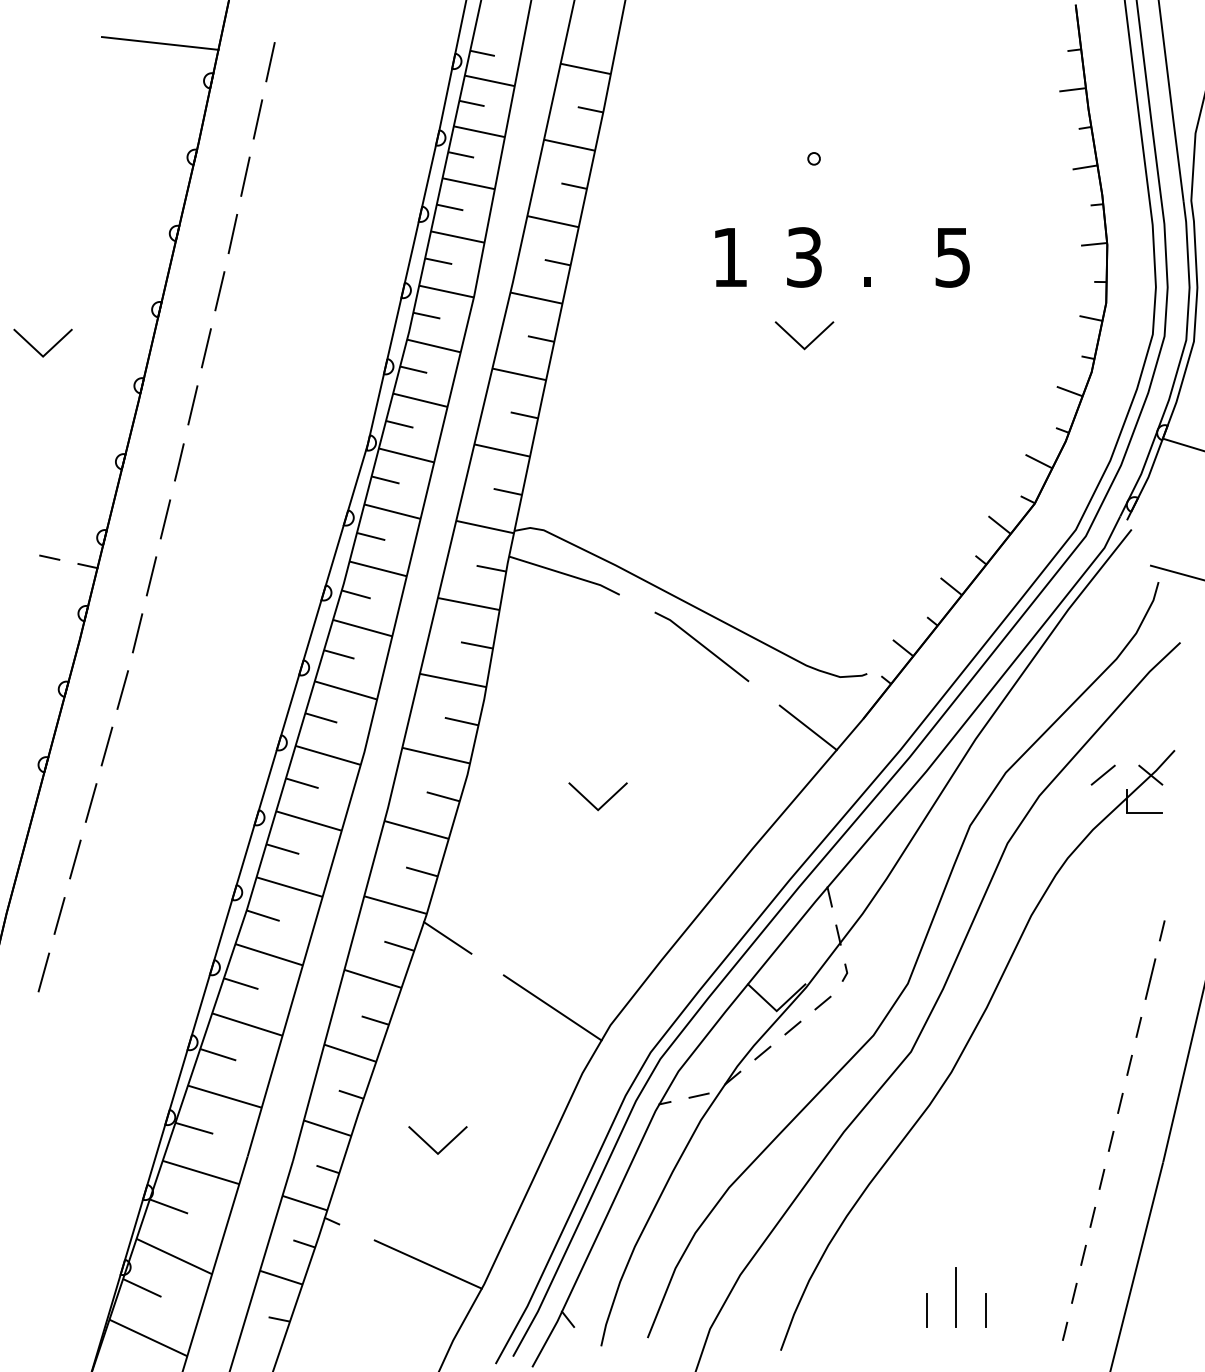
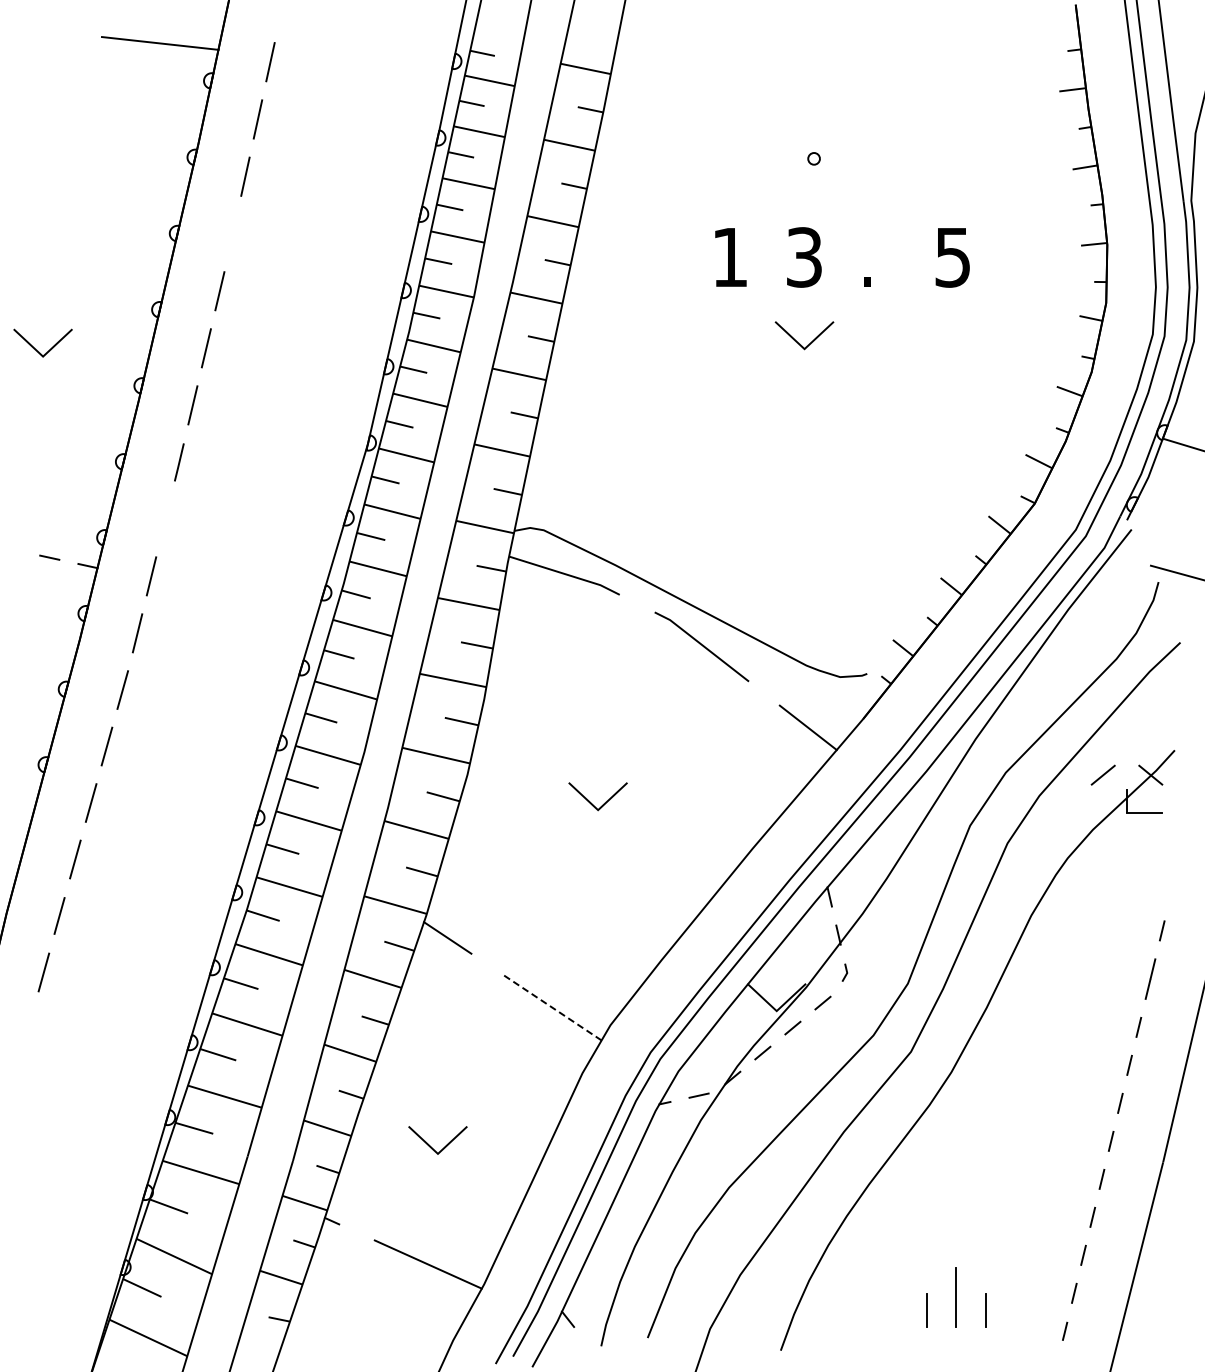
line at (232, 233): present -> none
line at (164, 519): present -> none
line at (552, 1007): solid -> dashed
